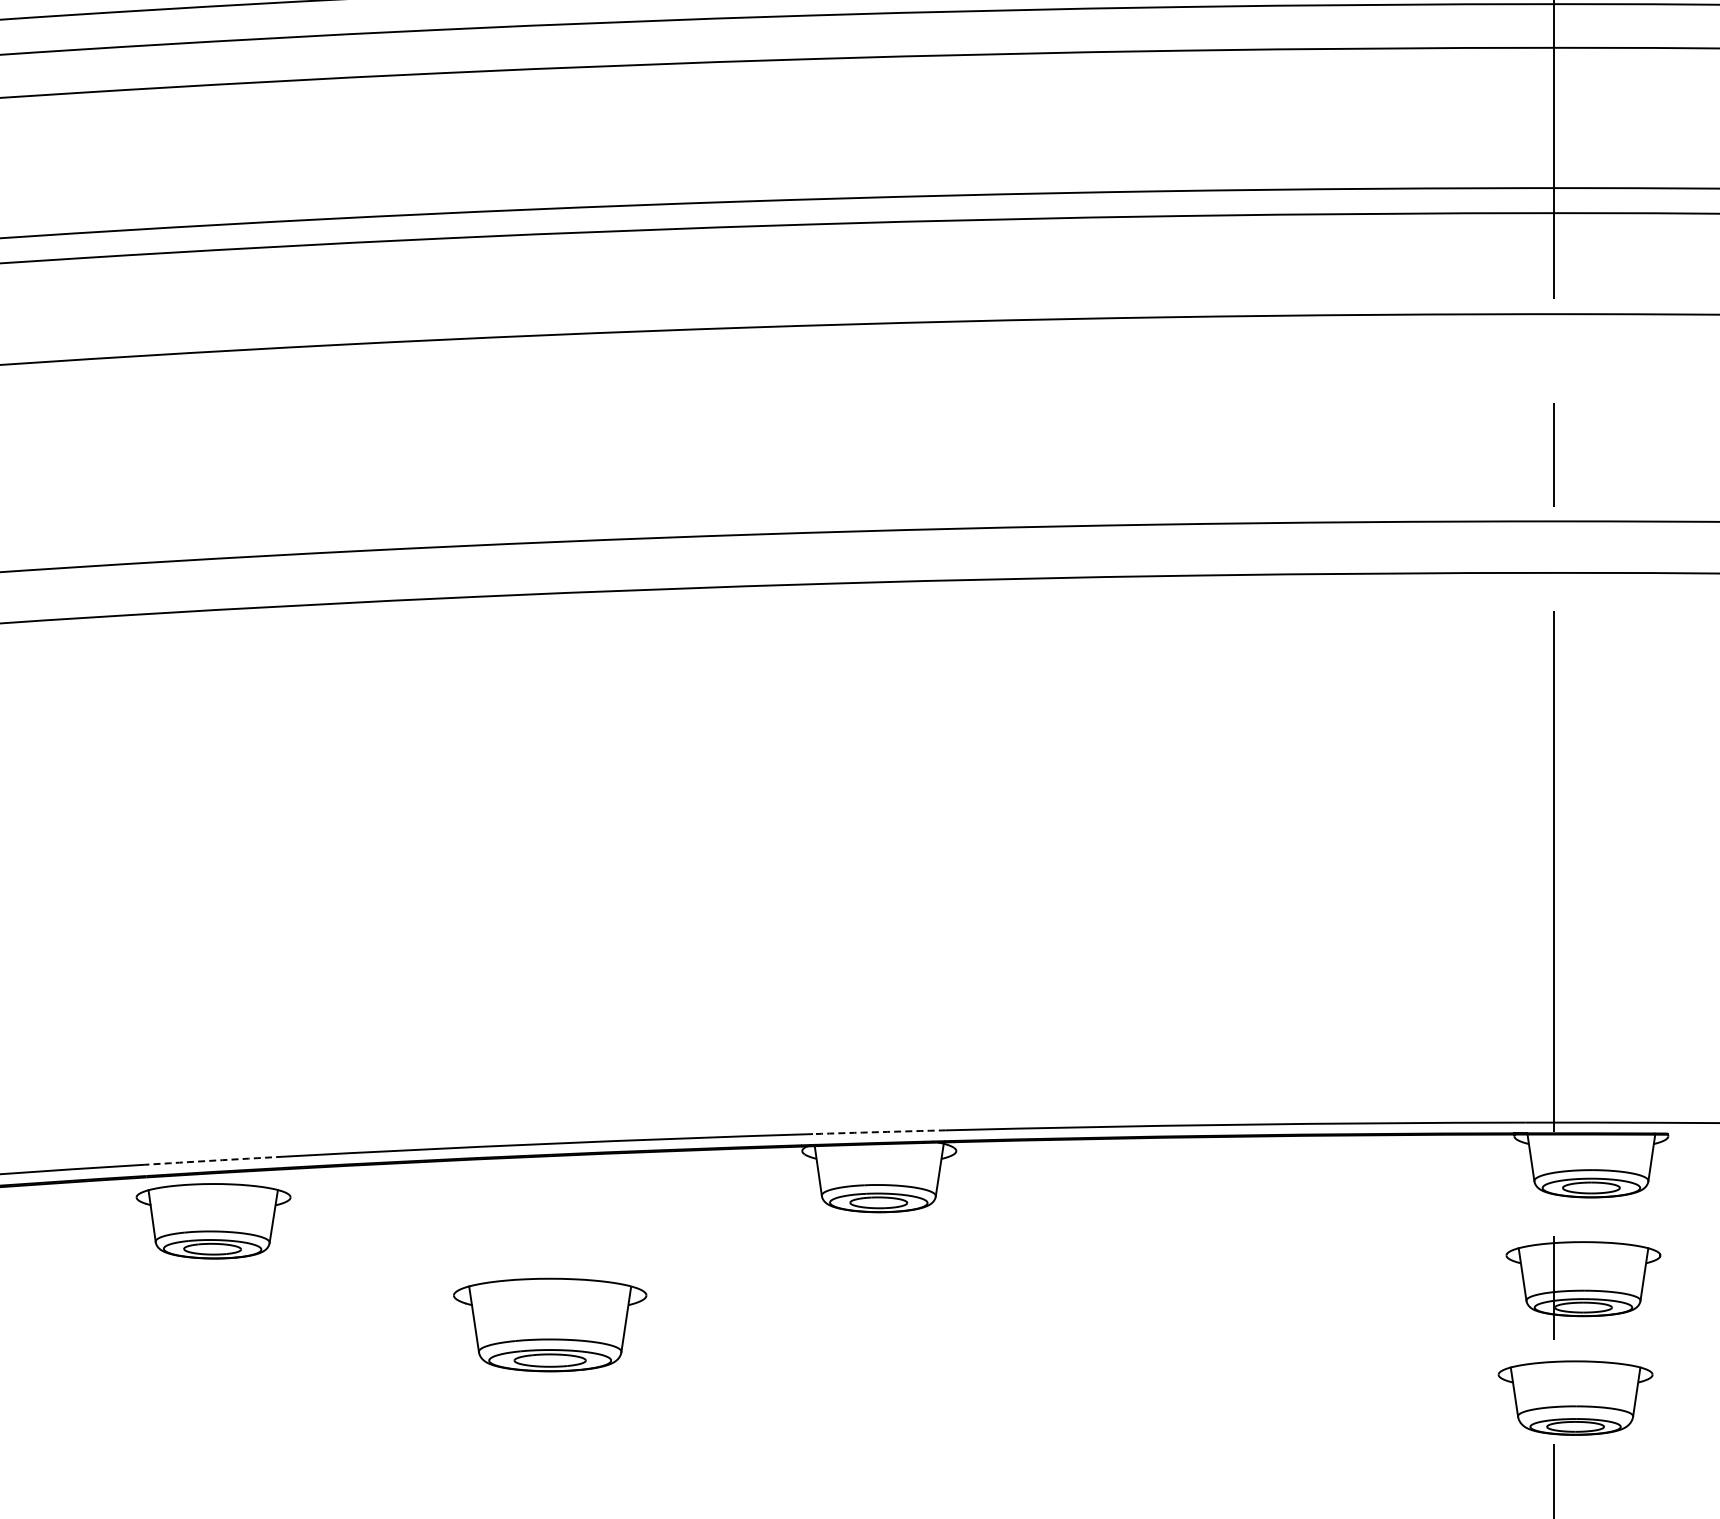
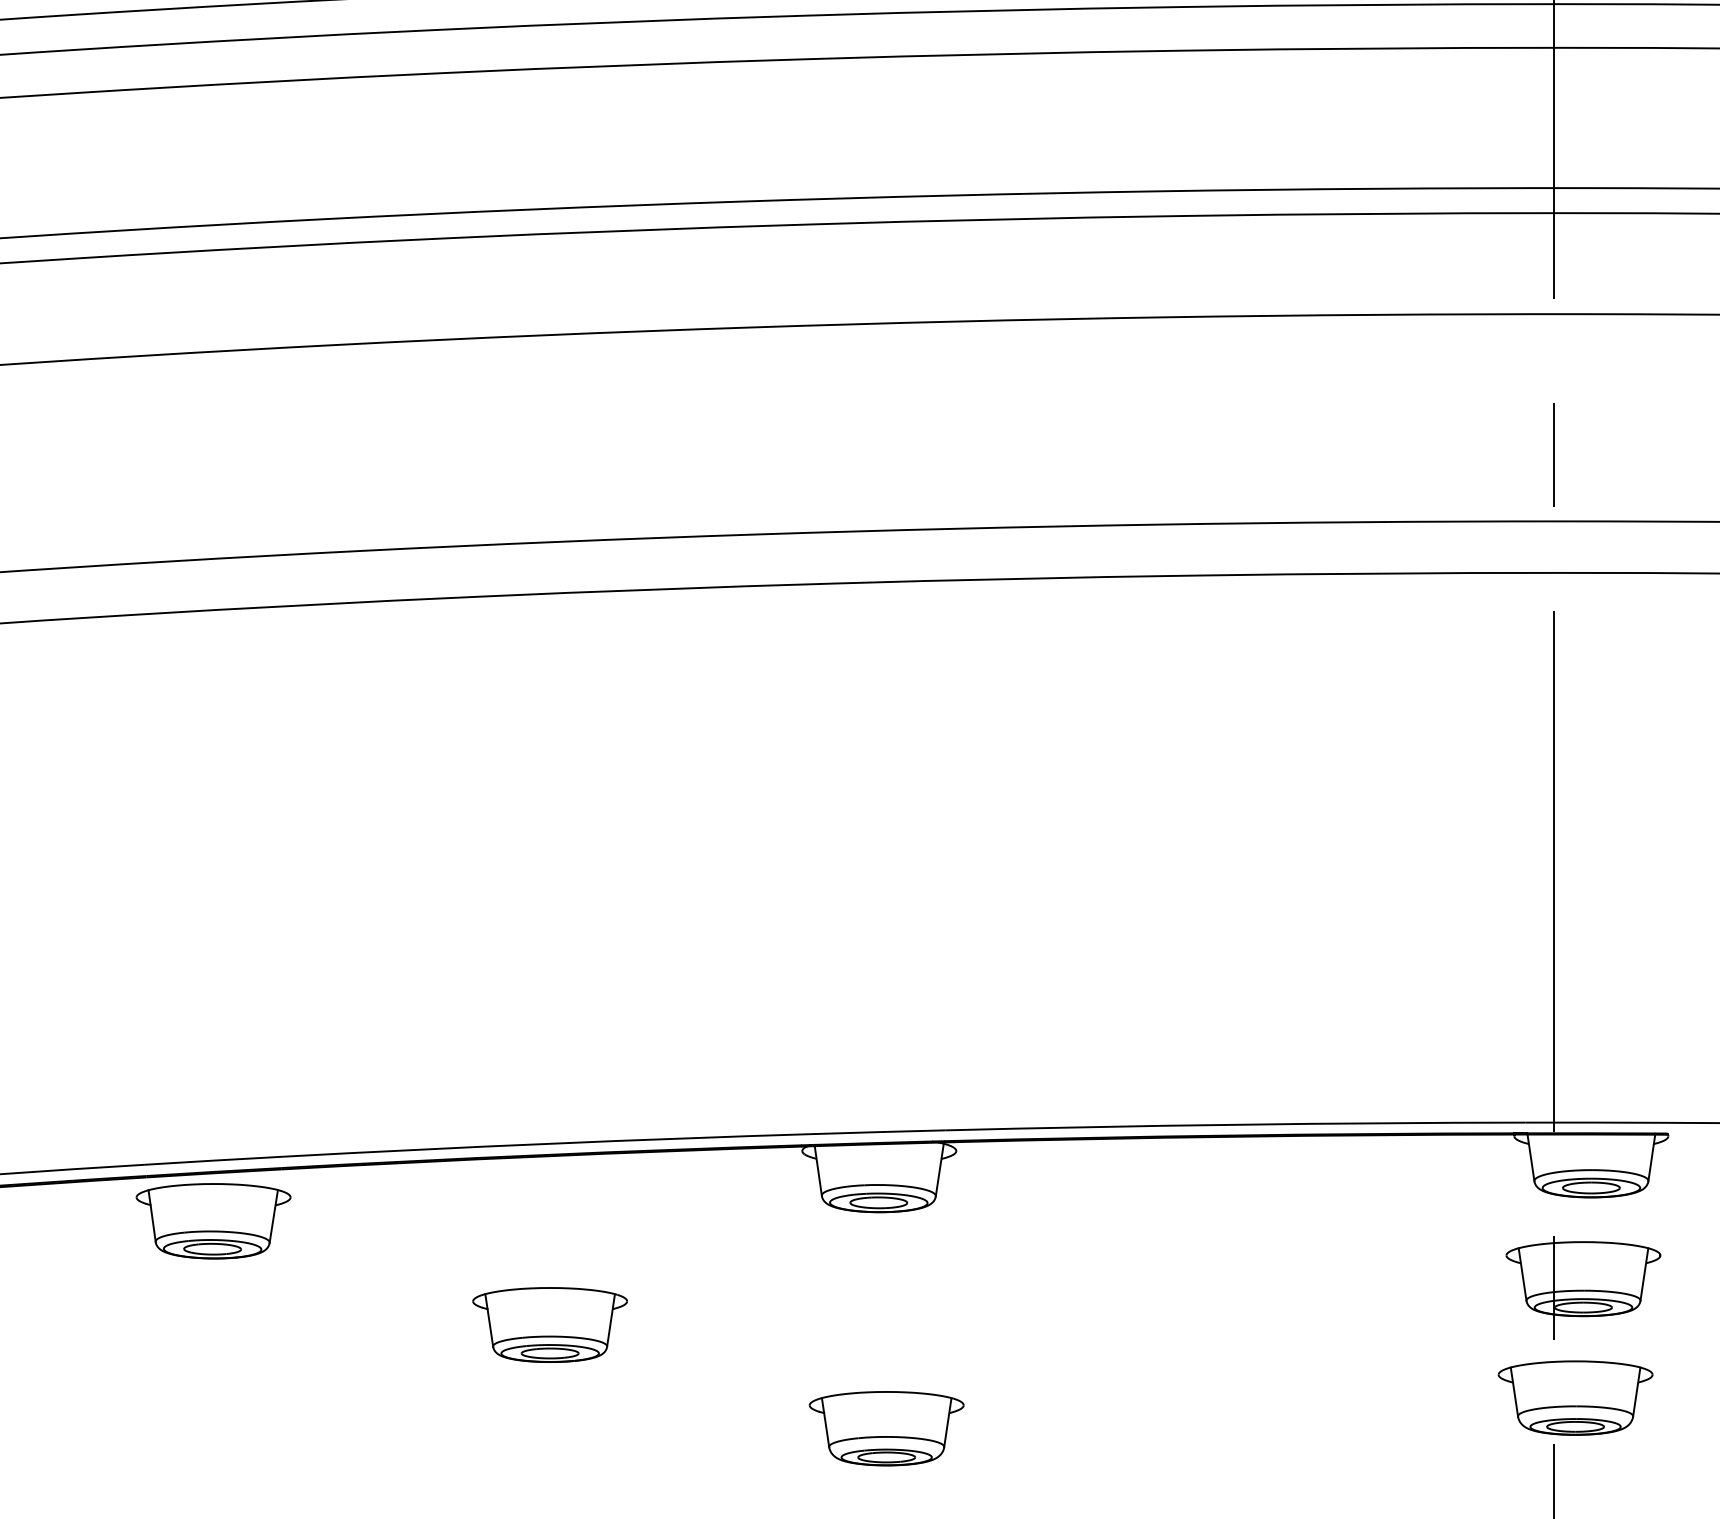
arc at (879, 1132): dashed -> solid
arc at (214, 1160): dashed -> solid
part at (550, 1324) size: 195x96 px -> 156x76 px
part at (886, 1428): none -> present
